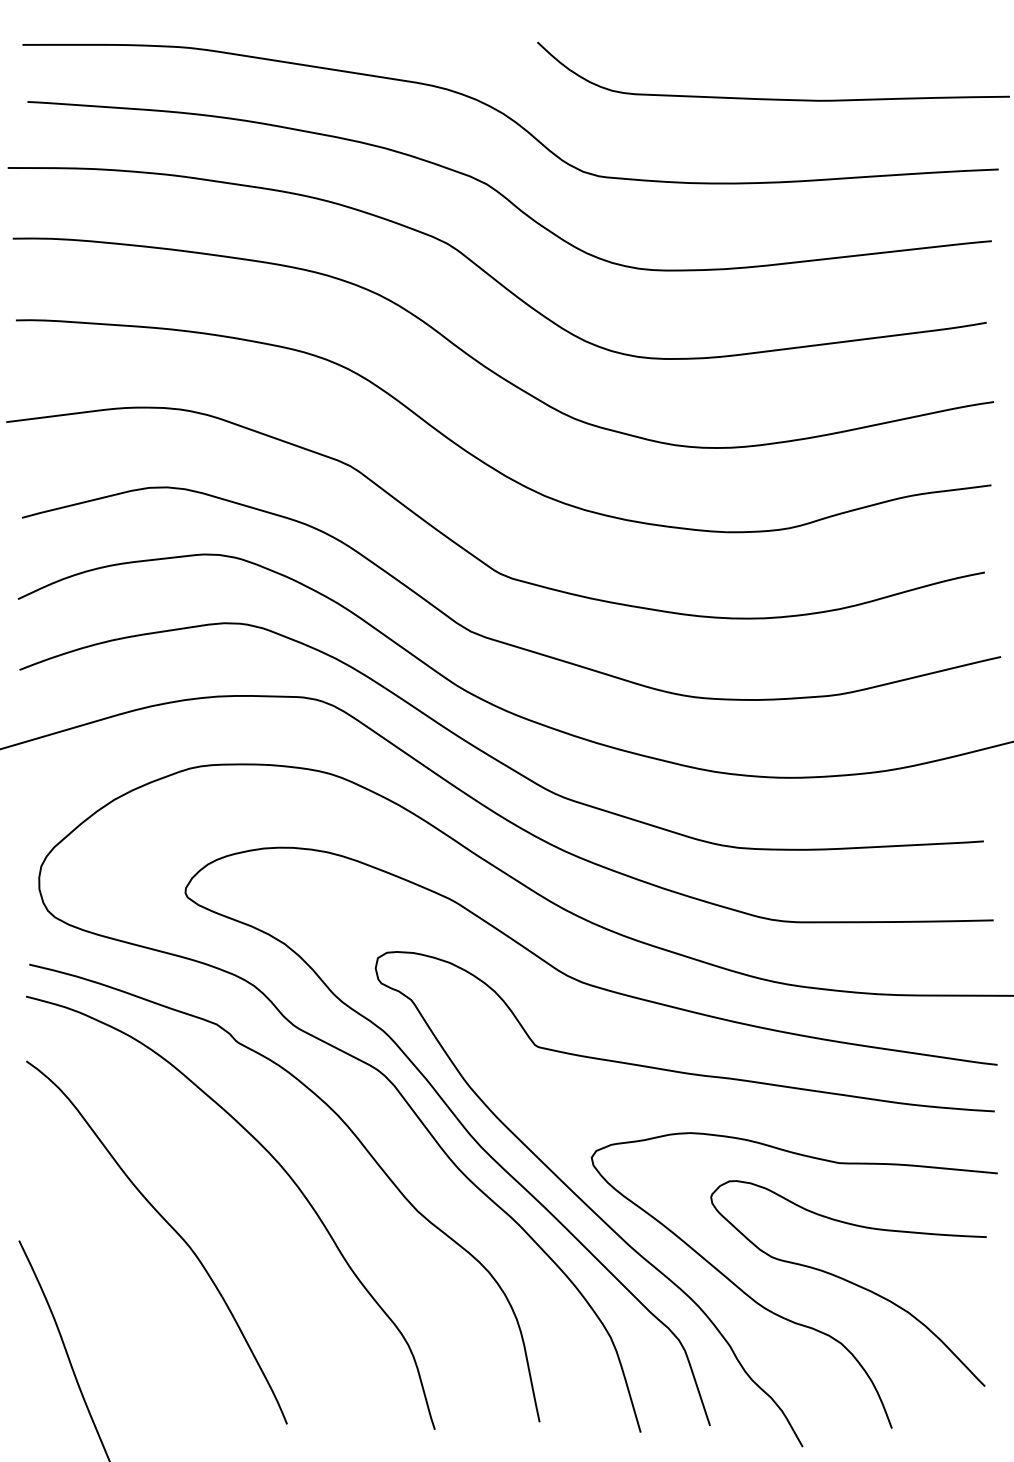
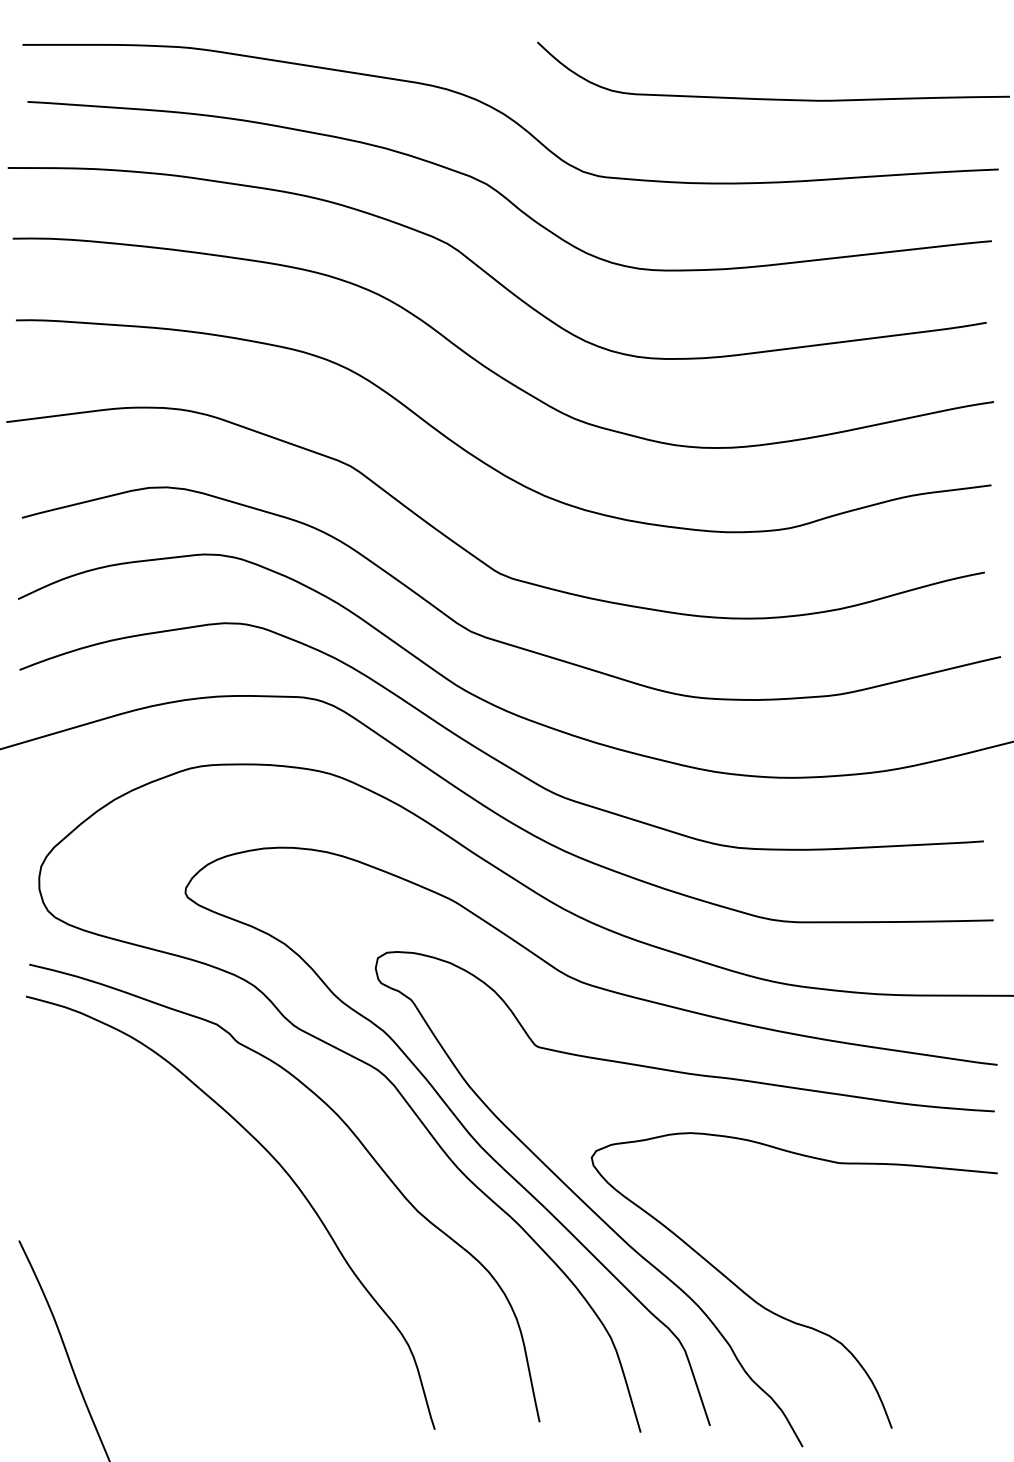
curve at (170, 1227): present -> none
curve at (848, 1282): present -> none
